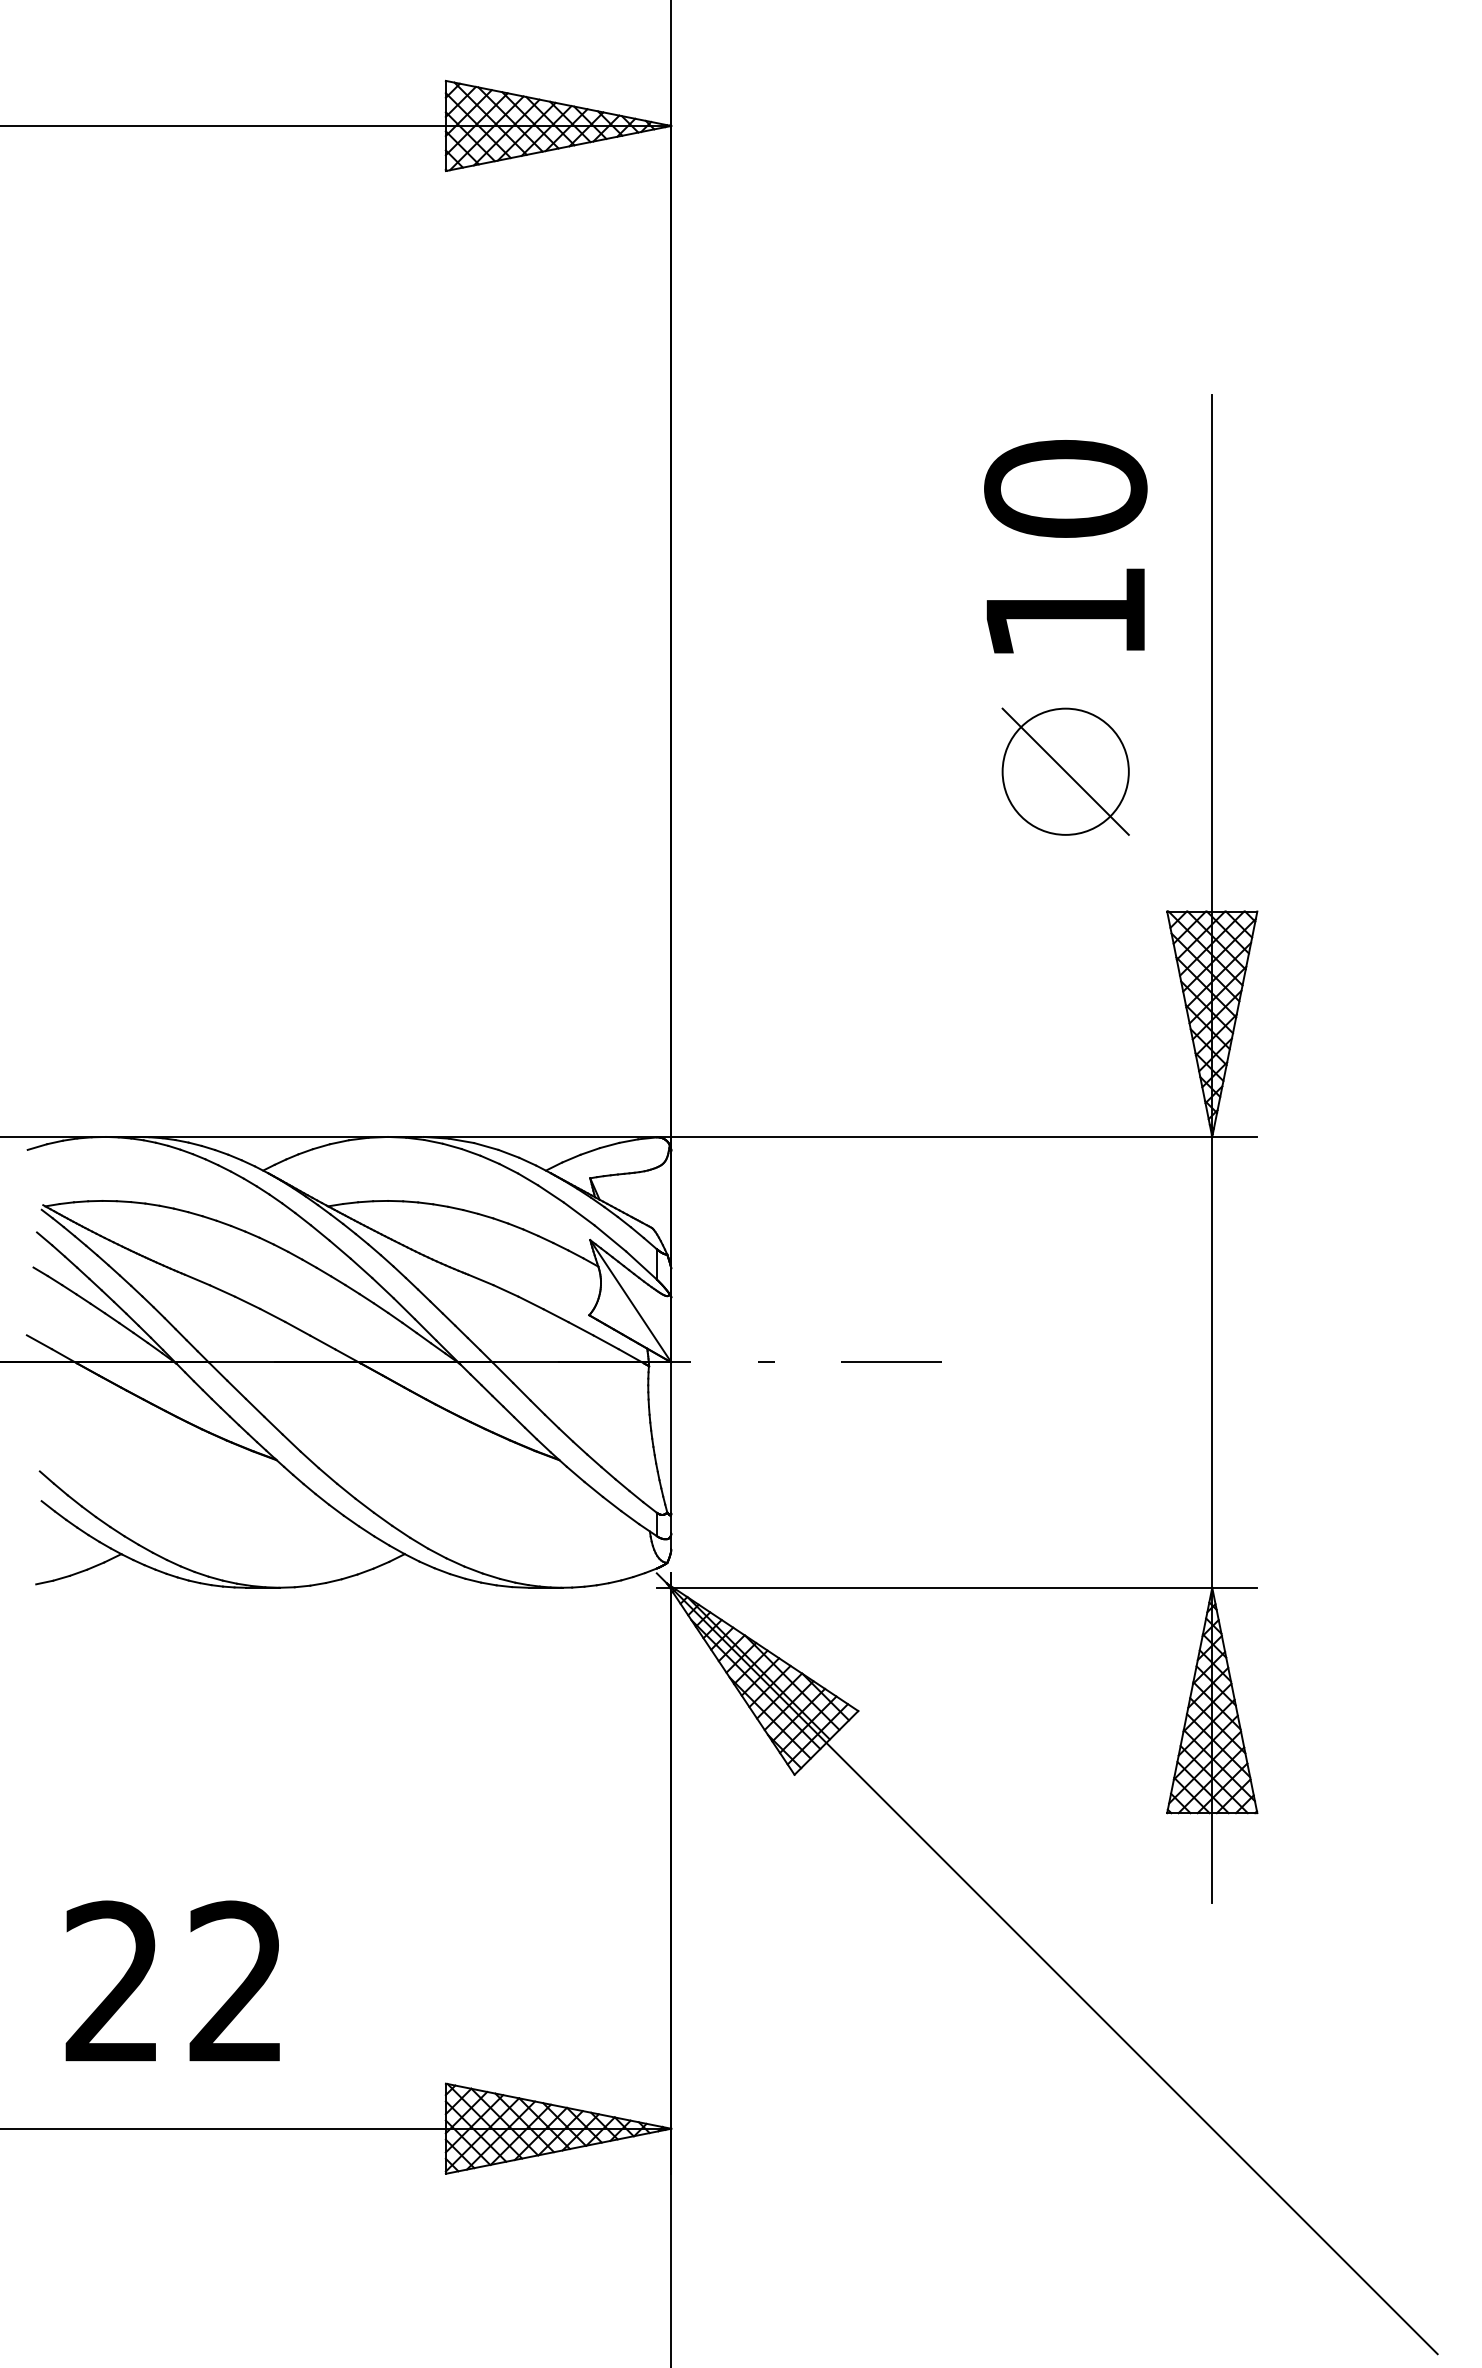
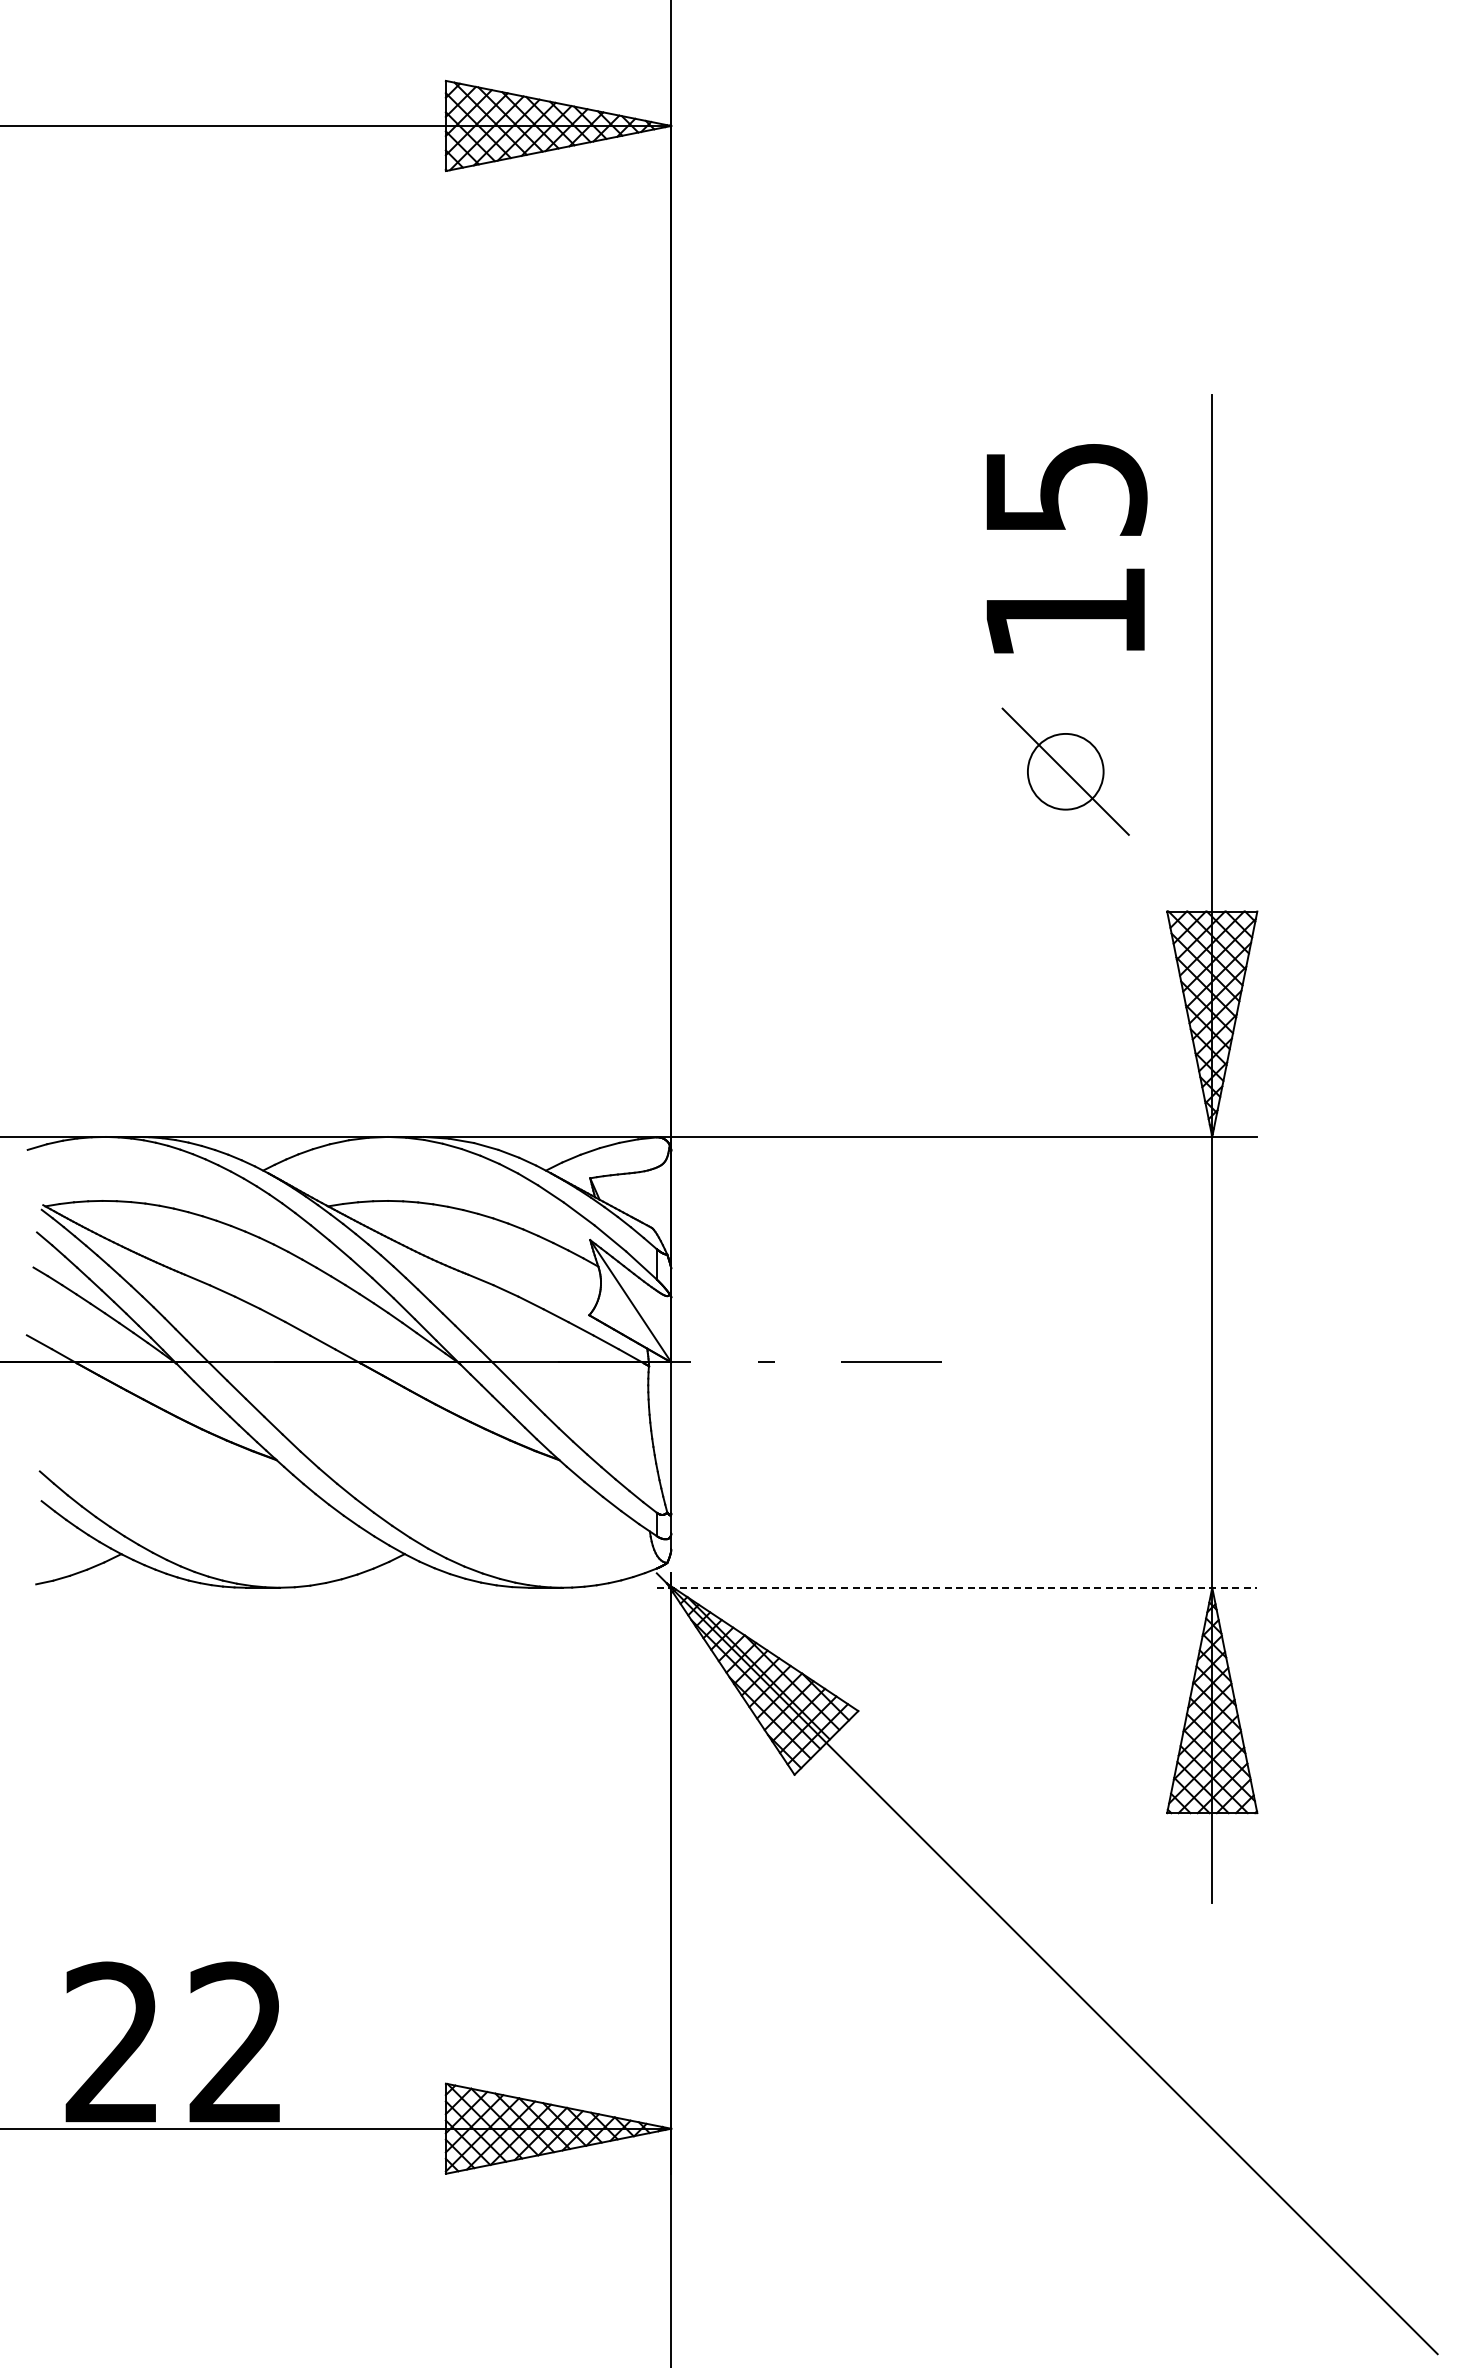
text at (1065, 488): 10 -> 15
circle at (1065, 771) diameter: 126 px -> 76 px
line at (957, 1587): solid -> dashed
text at (172, 1980) position: (172, 1980) -> (172, 2041)
